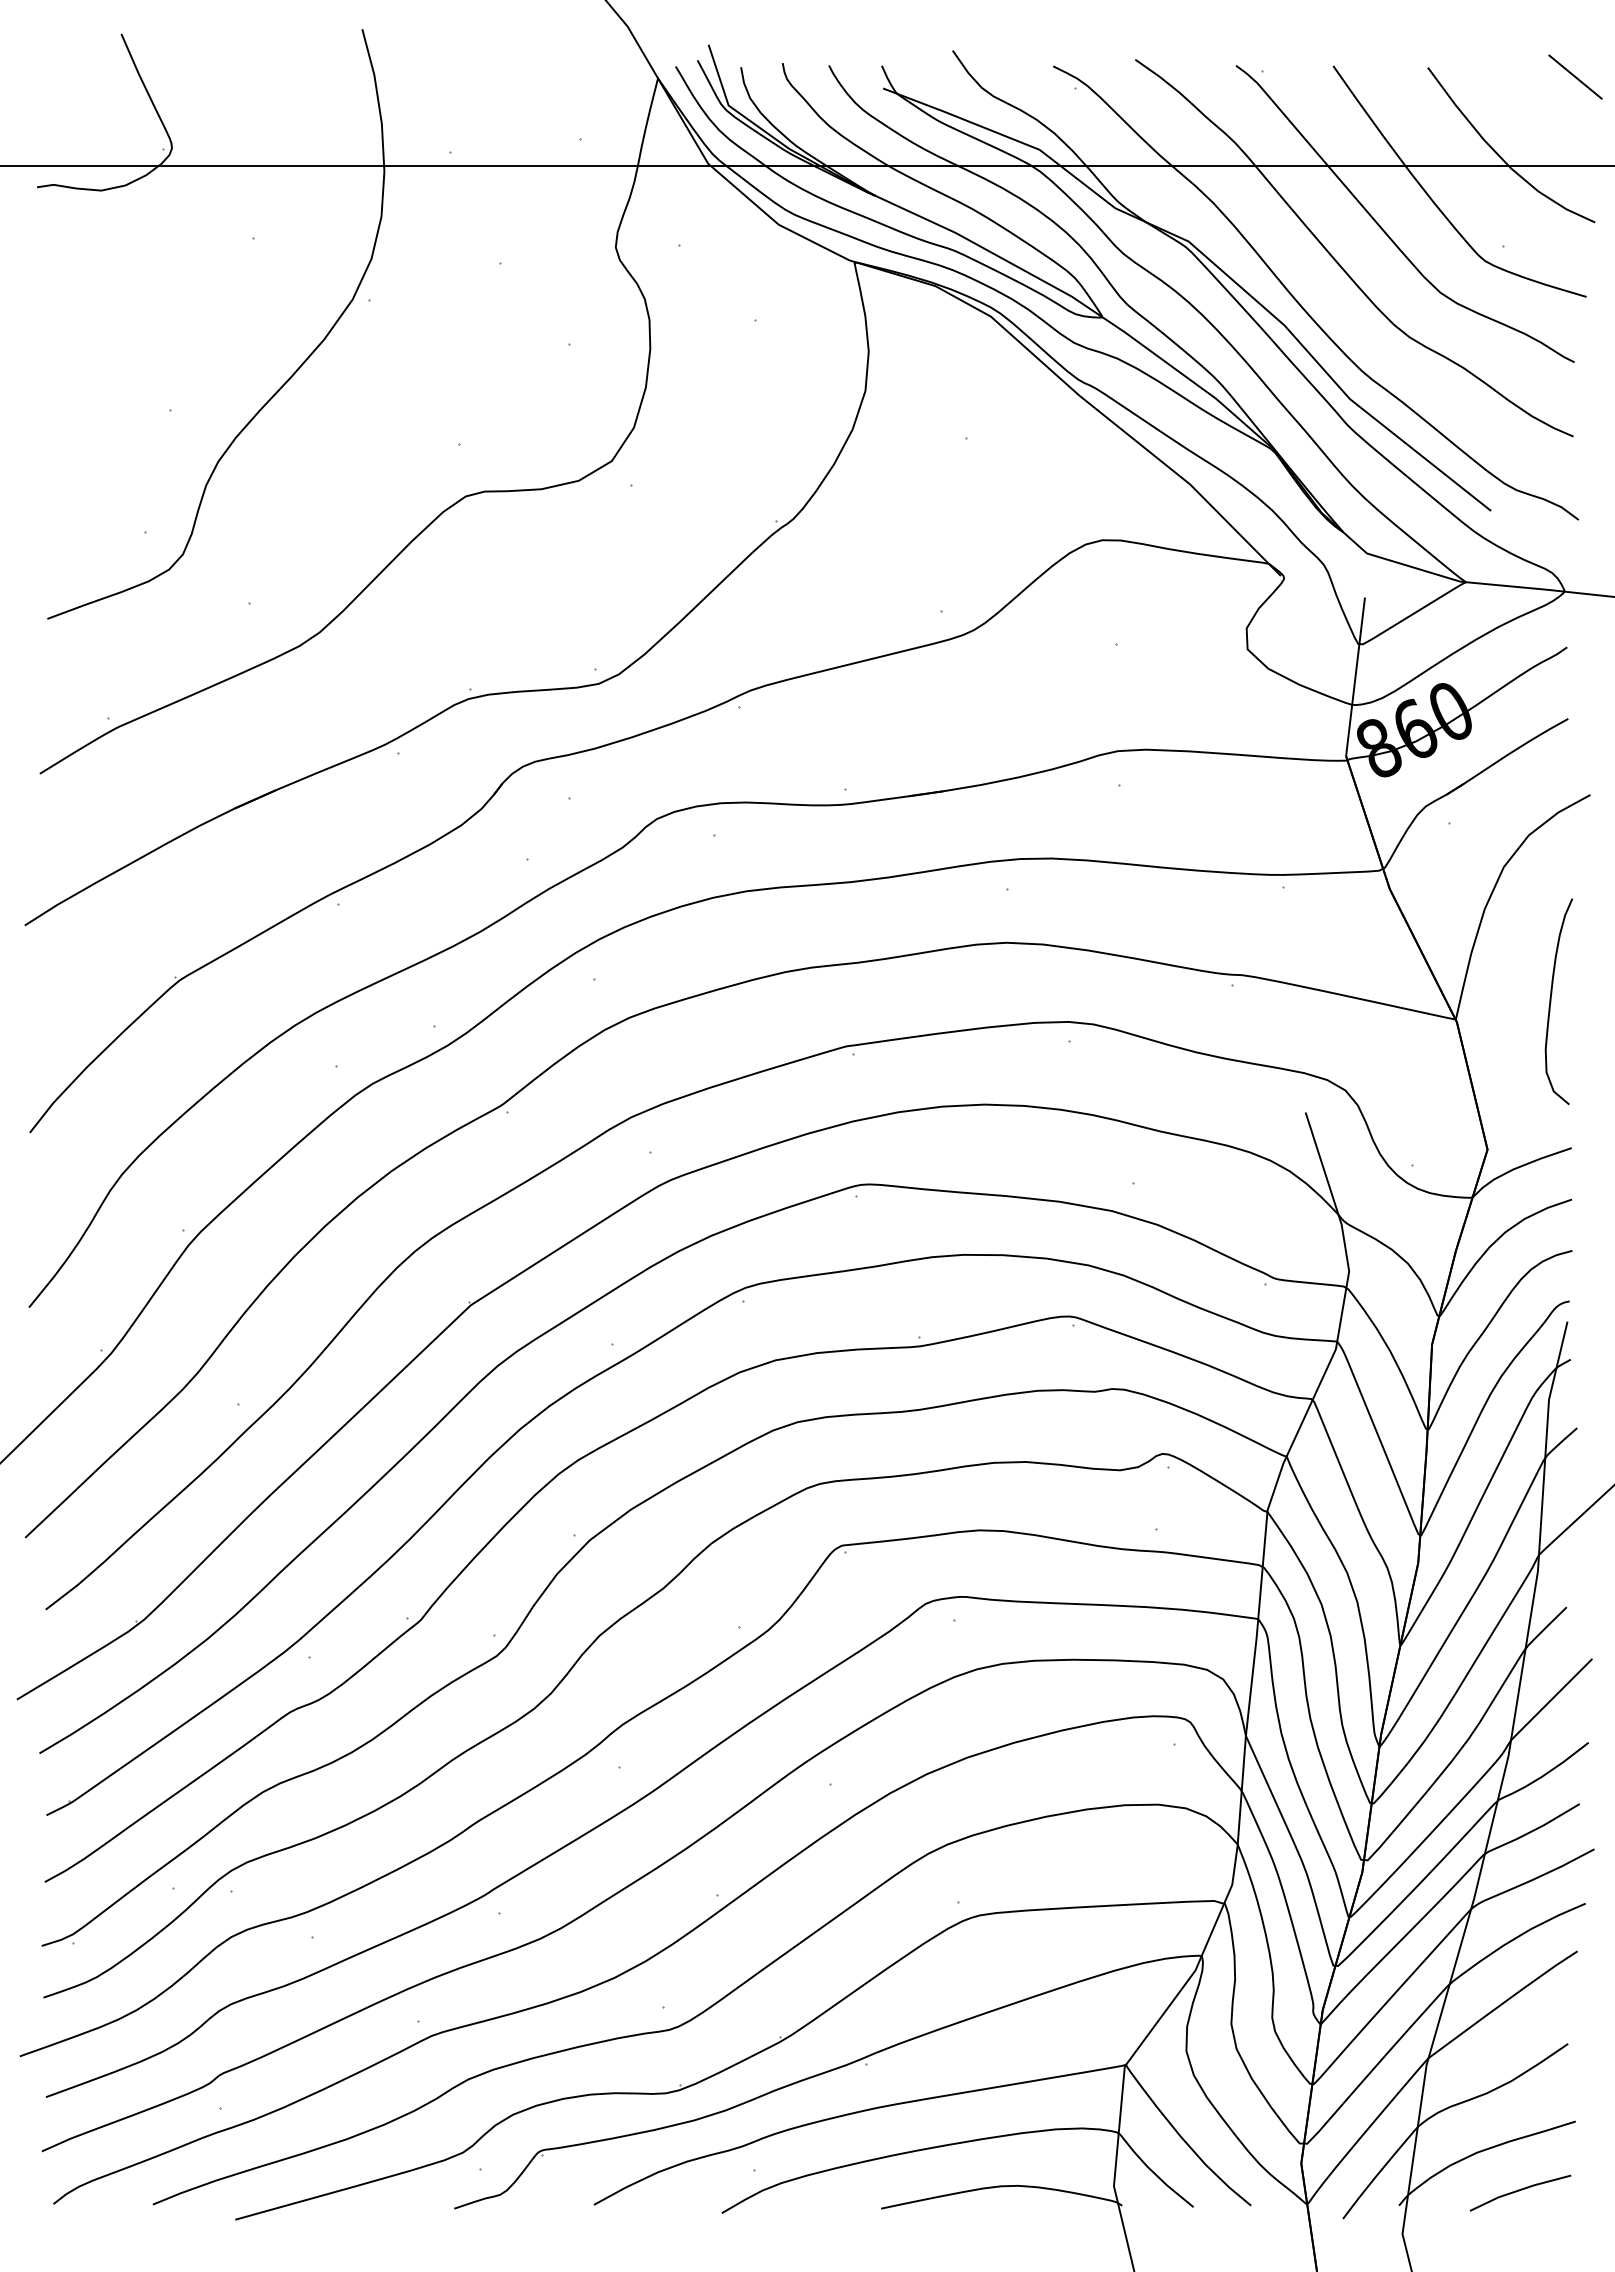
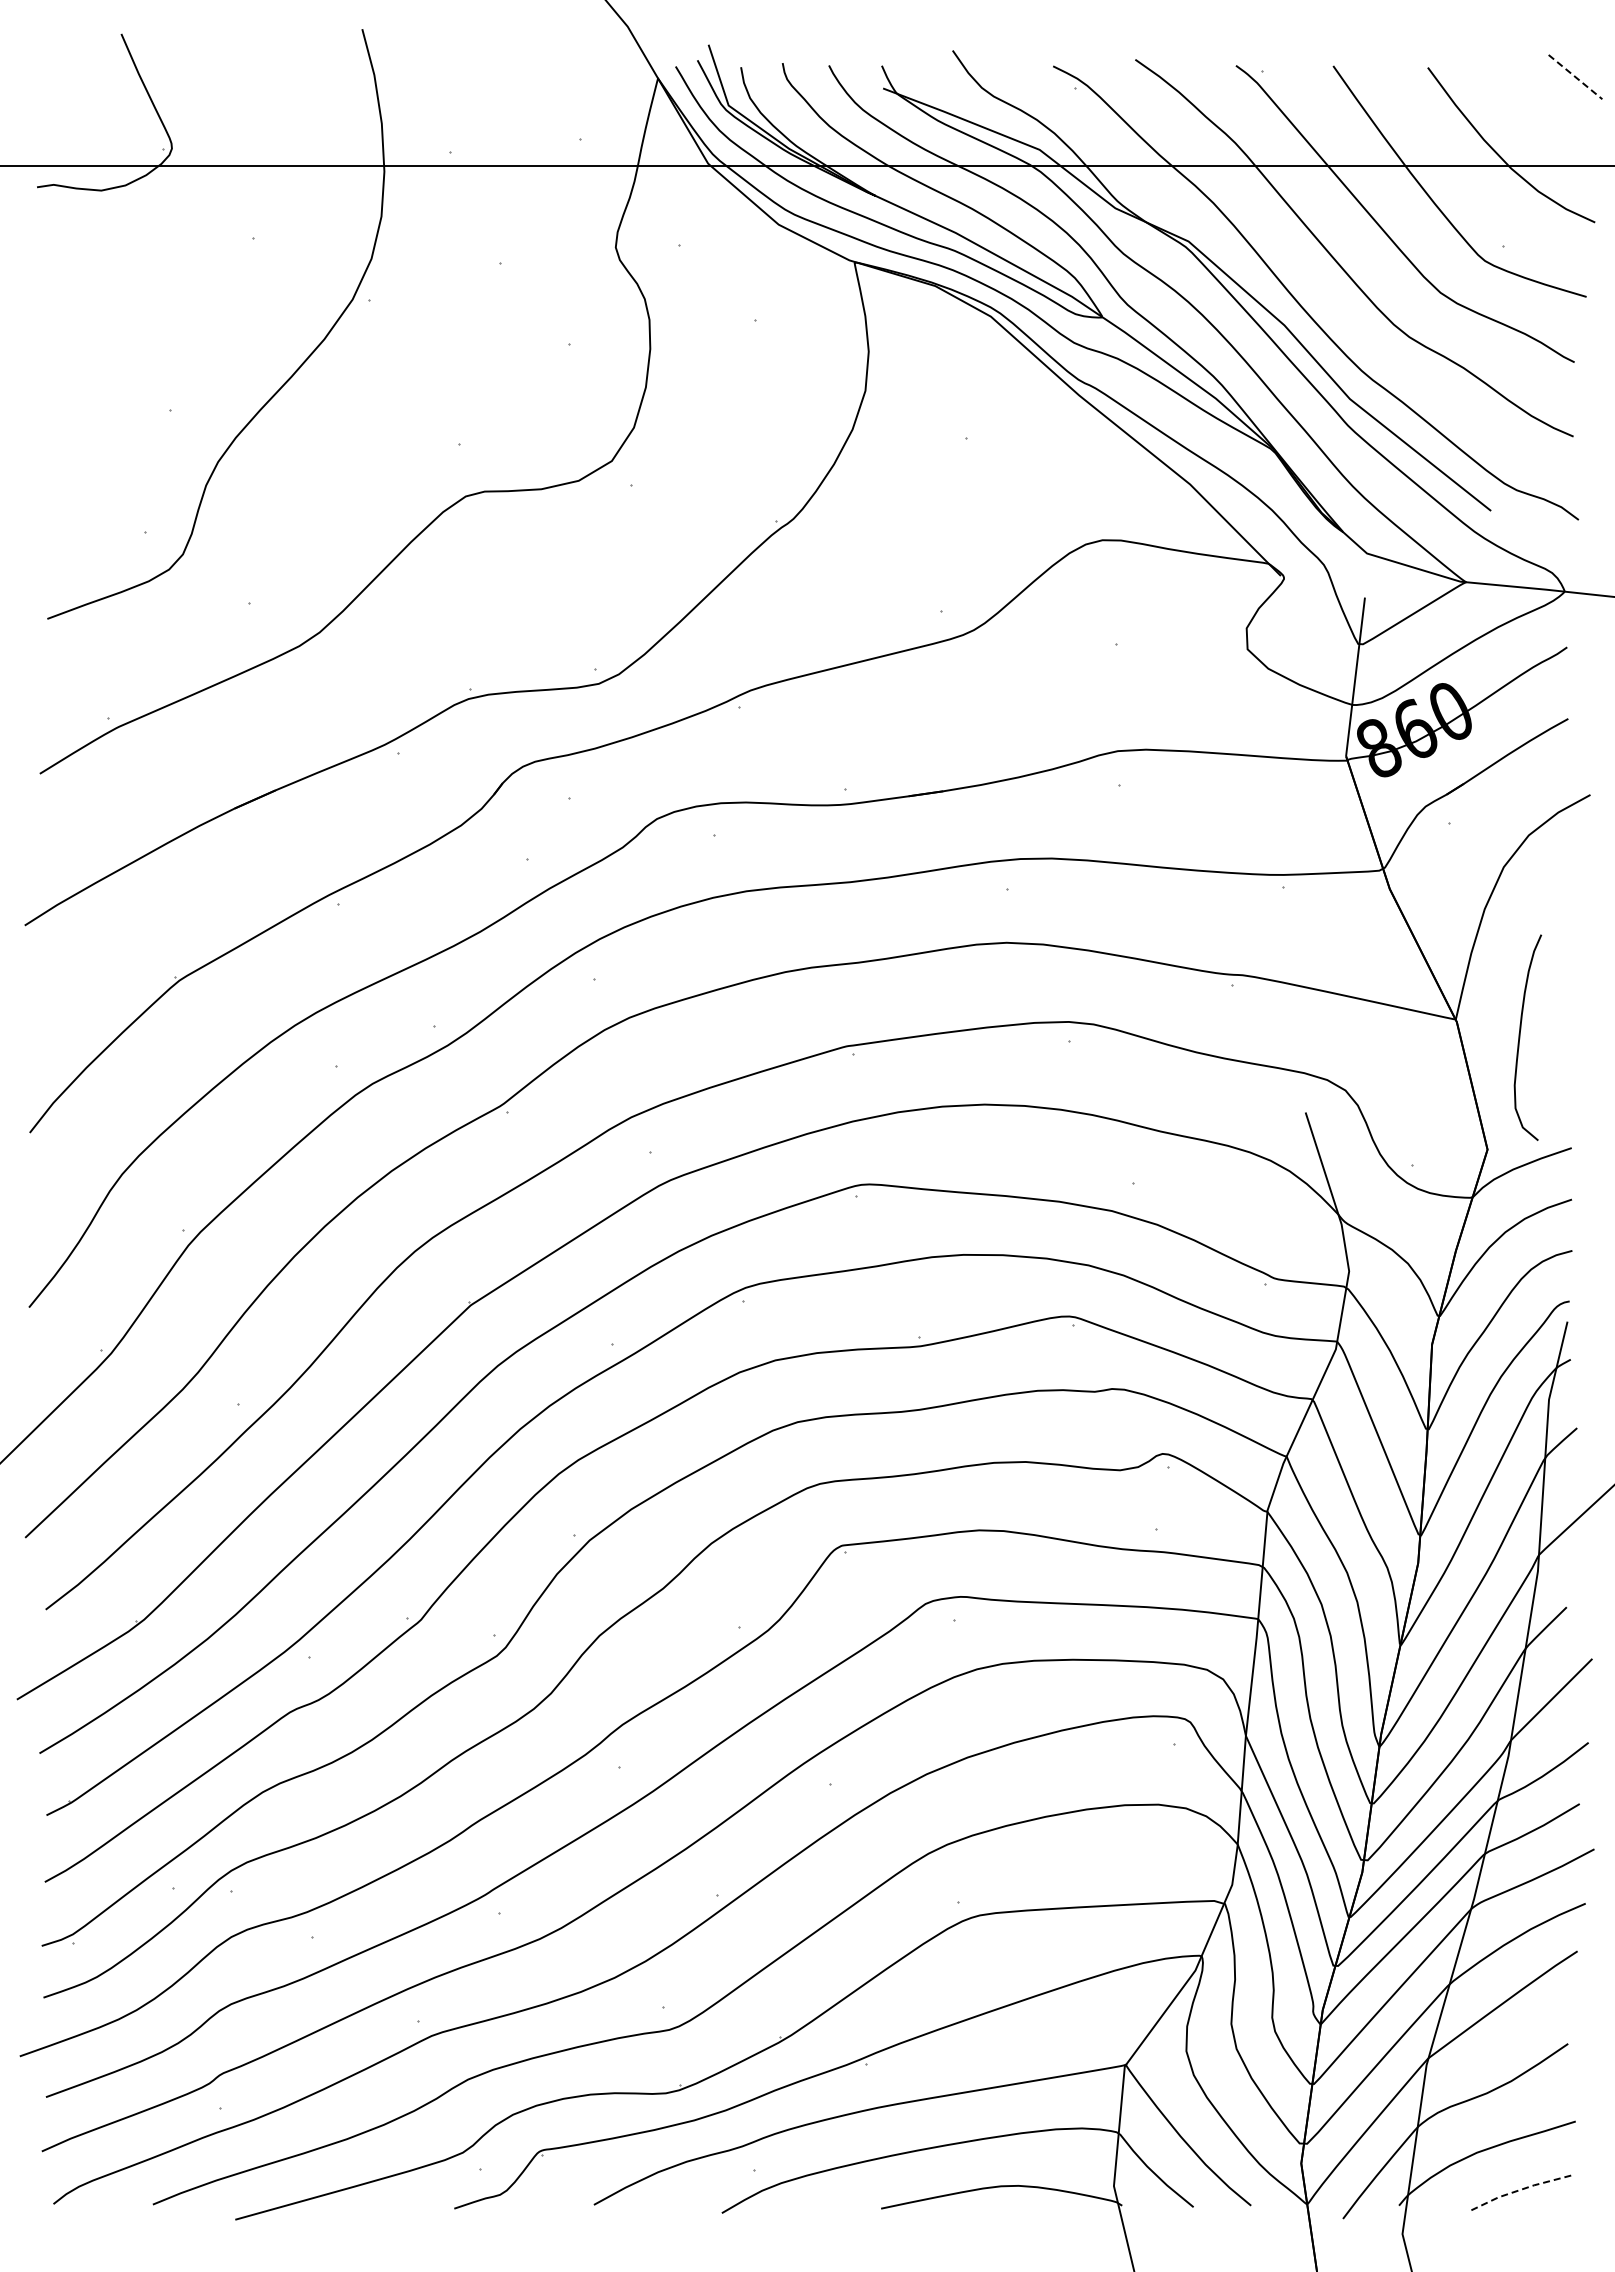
line at (1575, 77): solid -> dashed
curve at (1551, 1001) position: (1551, 1001) -> (1520, 1037)
line at (1519, 2190): solid -> dashed
